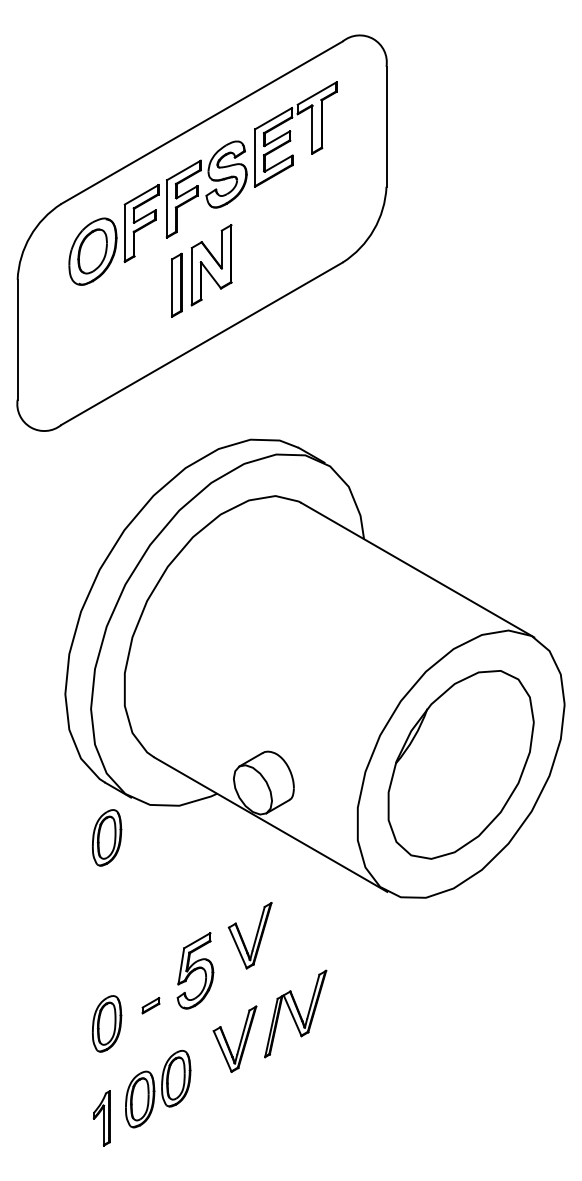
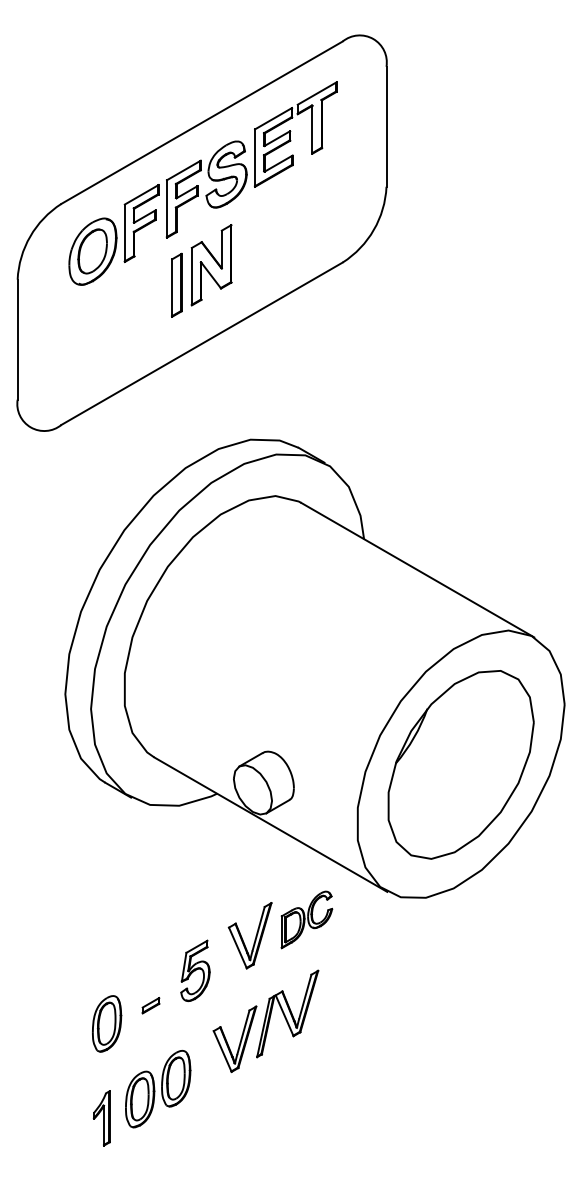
part at (107, 837): present -> none
part at (306, 919): none -> present
part at (195, 970) size: 39x78 px -> 31x64 px
part at (295, 1013) position: (295, 1013) -> (287, 1013)
